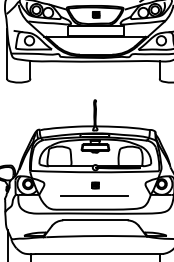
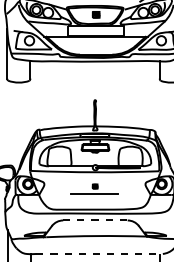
part at (94, 188) size: 69x16 px -> 49x12 px
line at (95, 220): solid -> dashed
line at (100, 253): solid -> dashed
